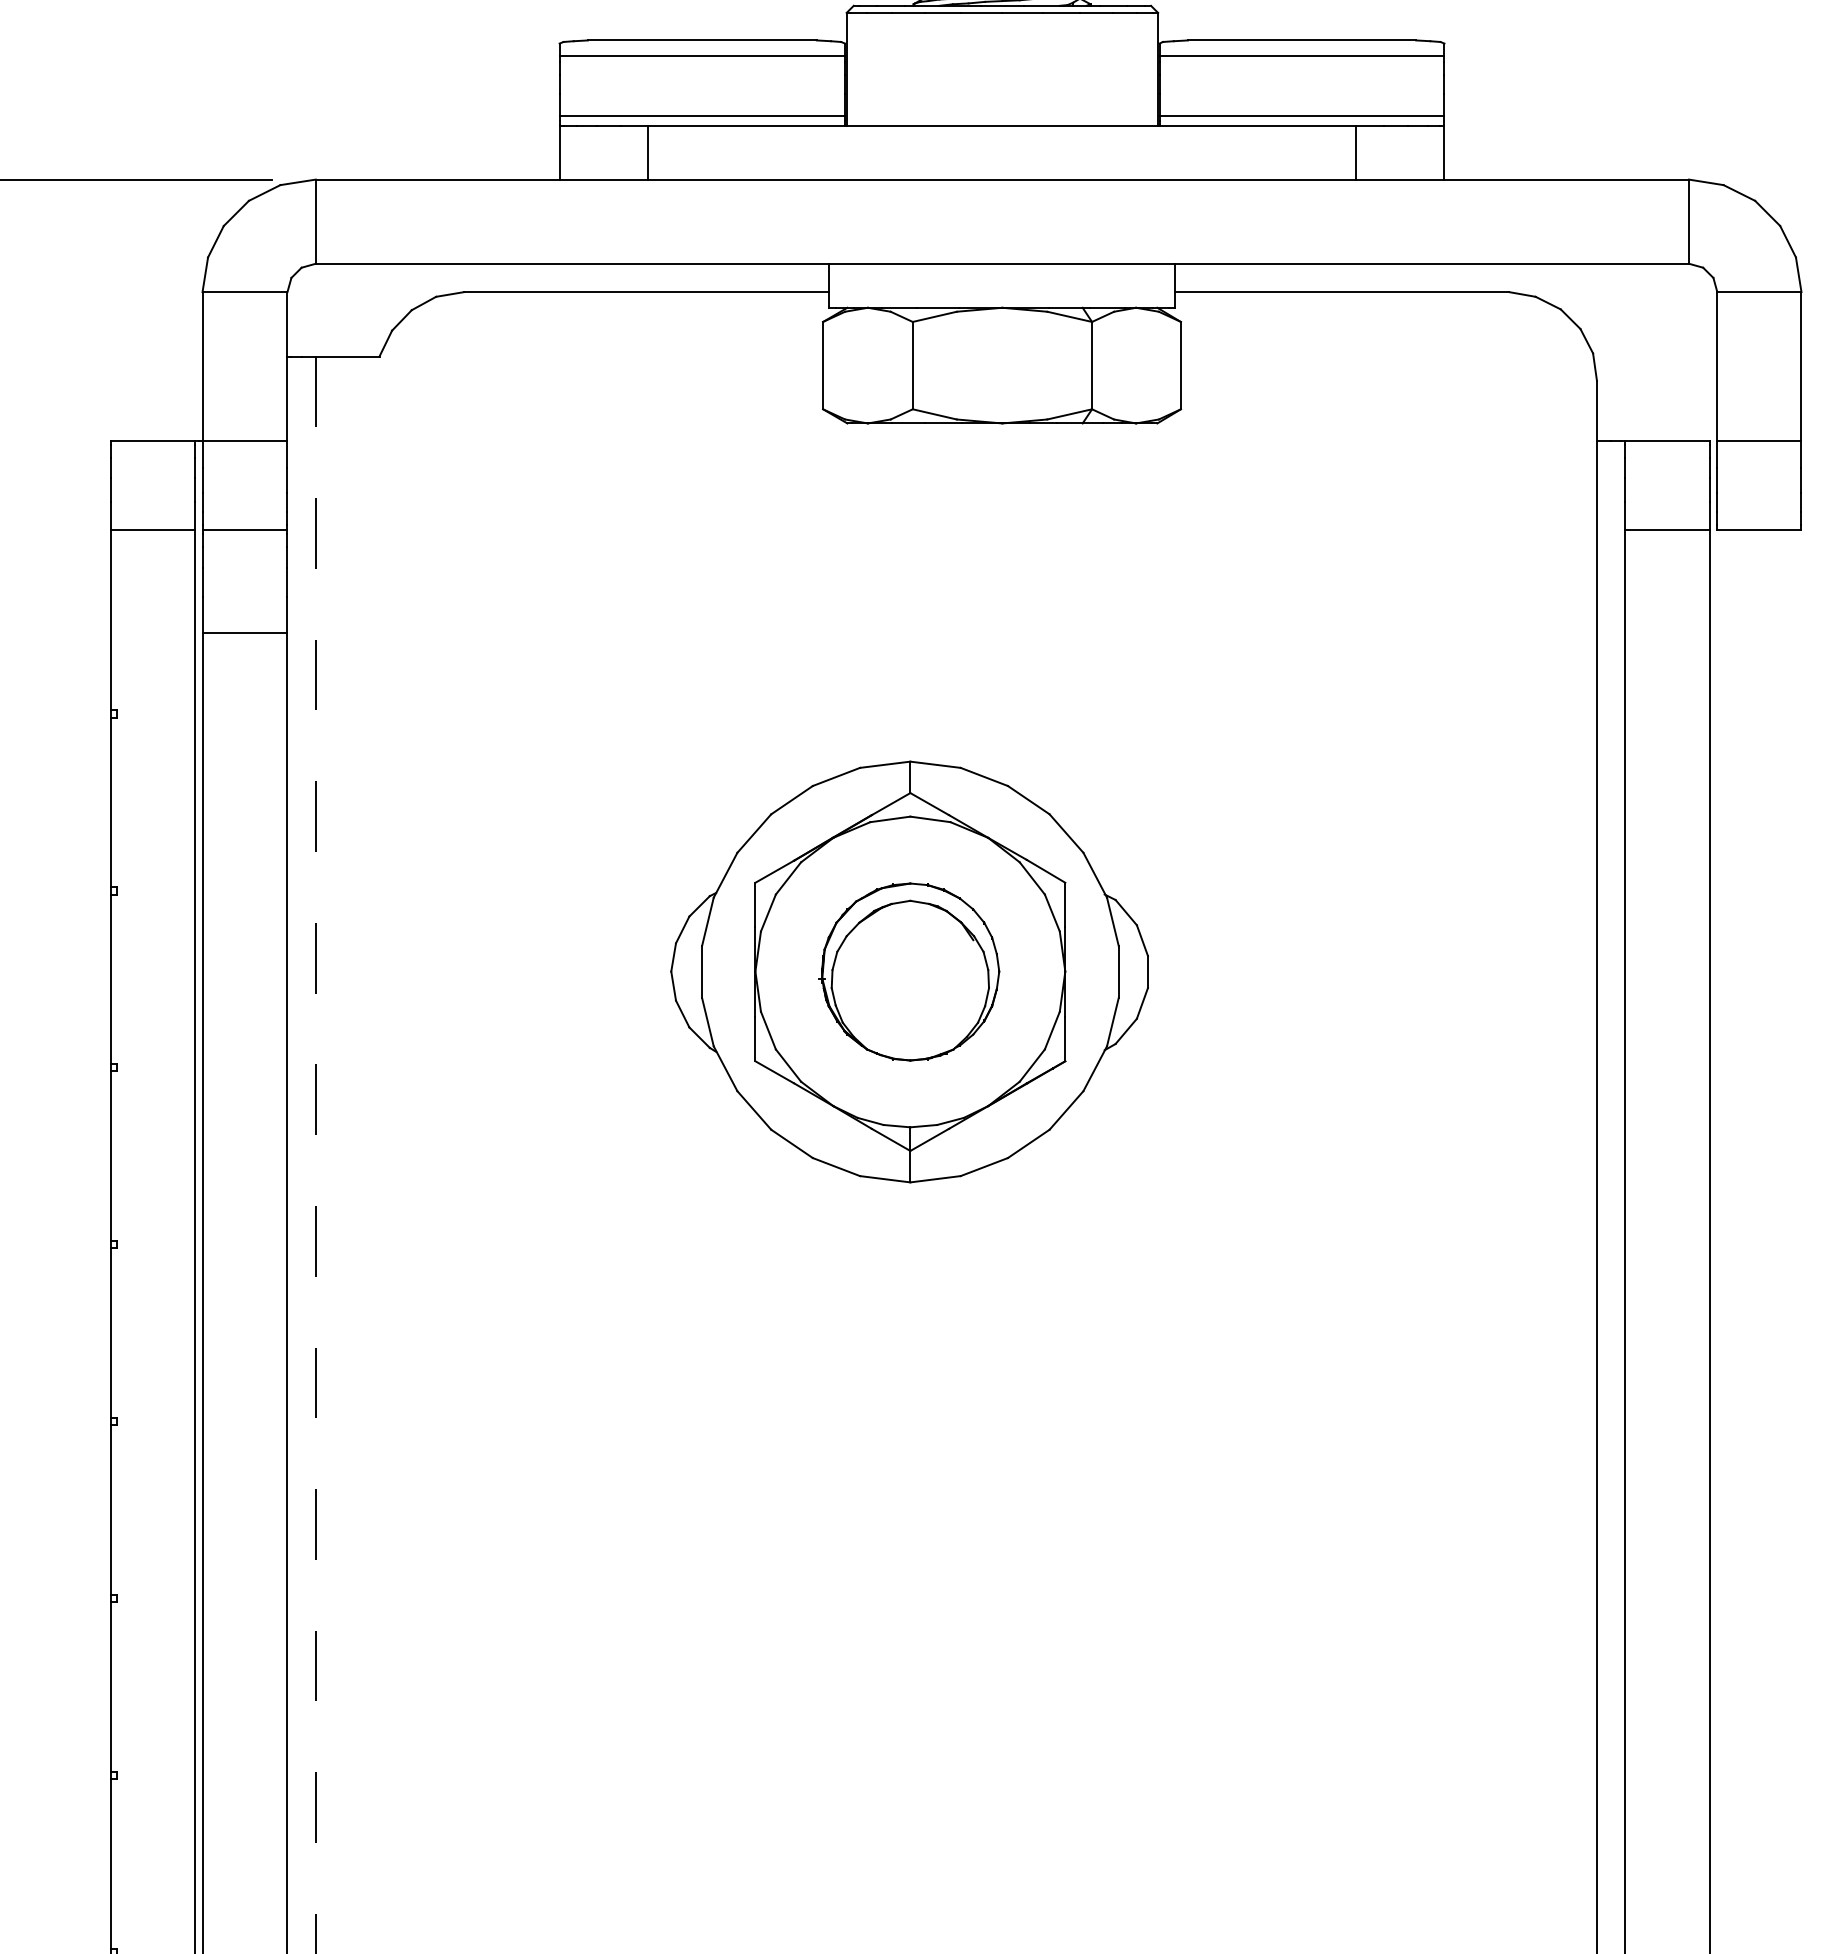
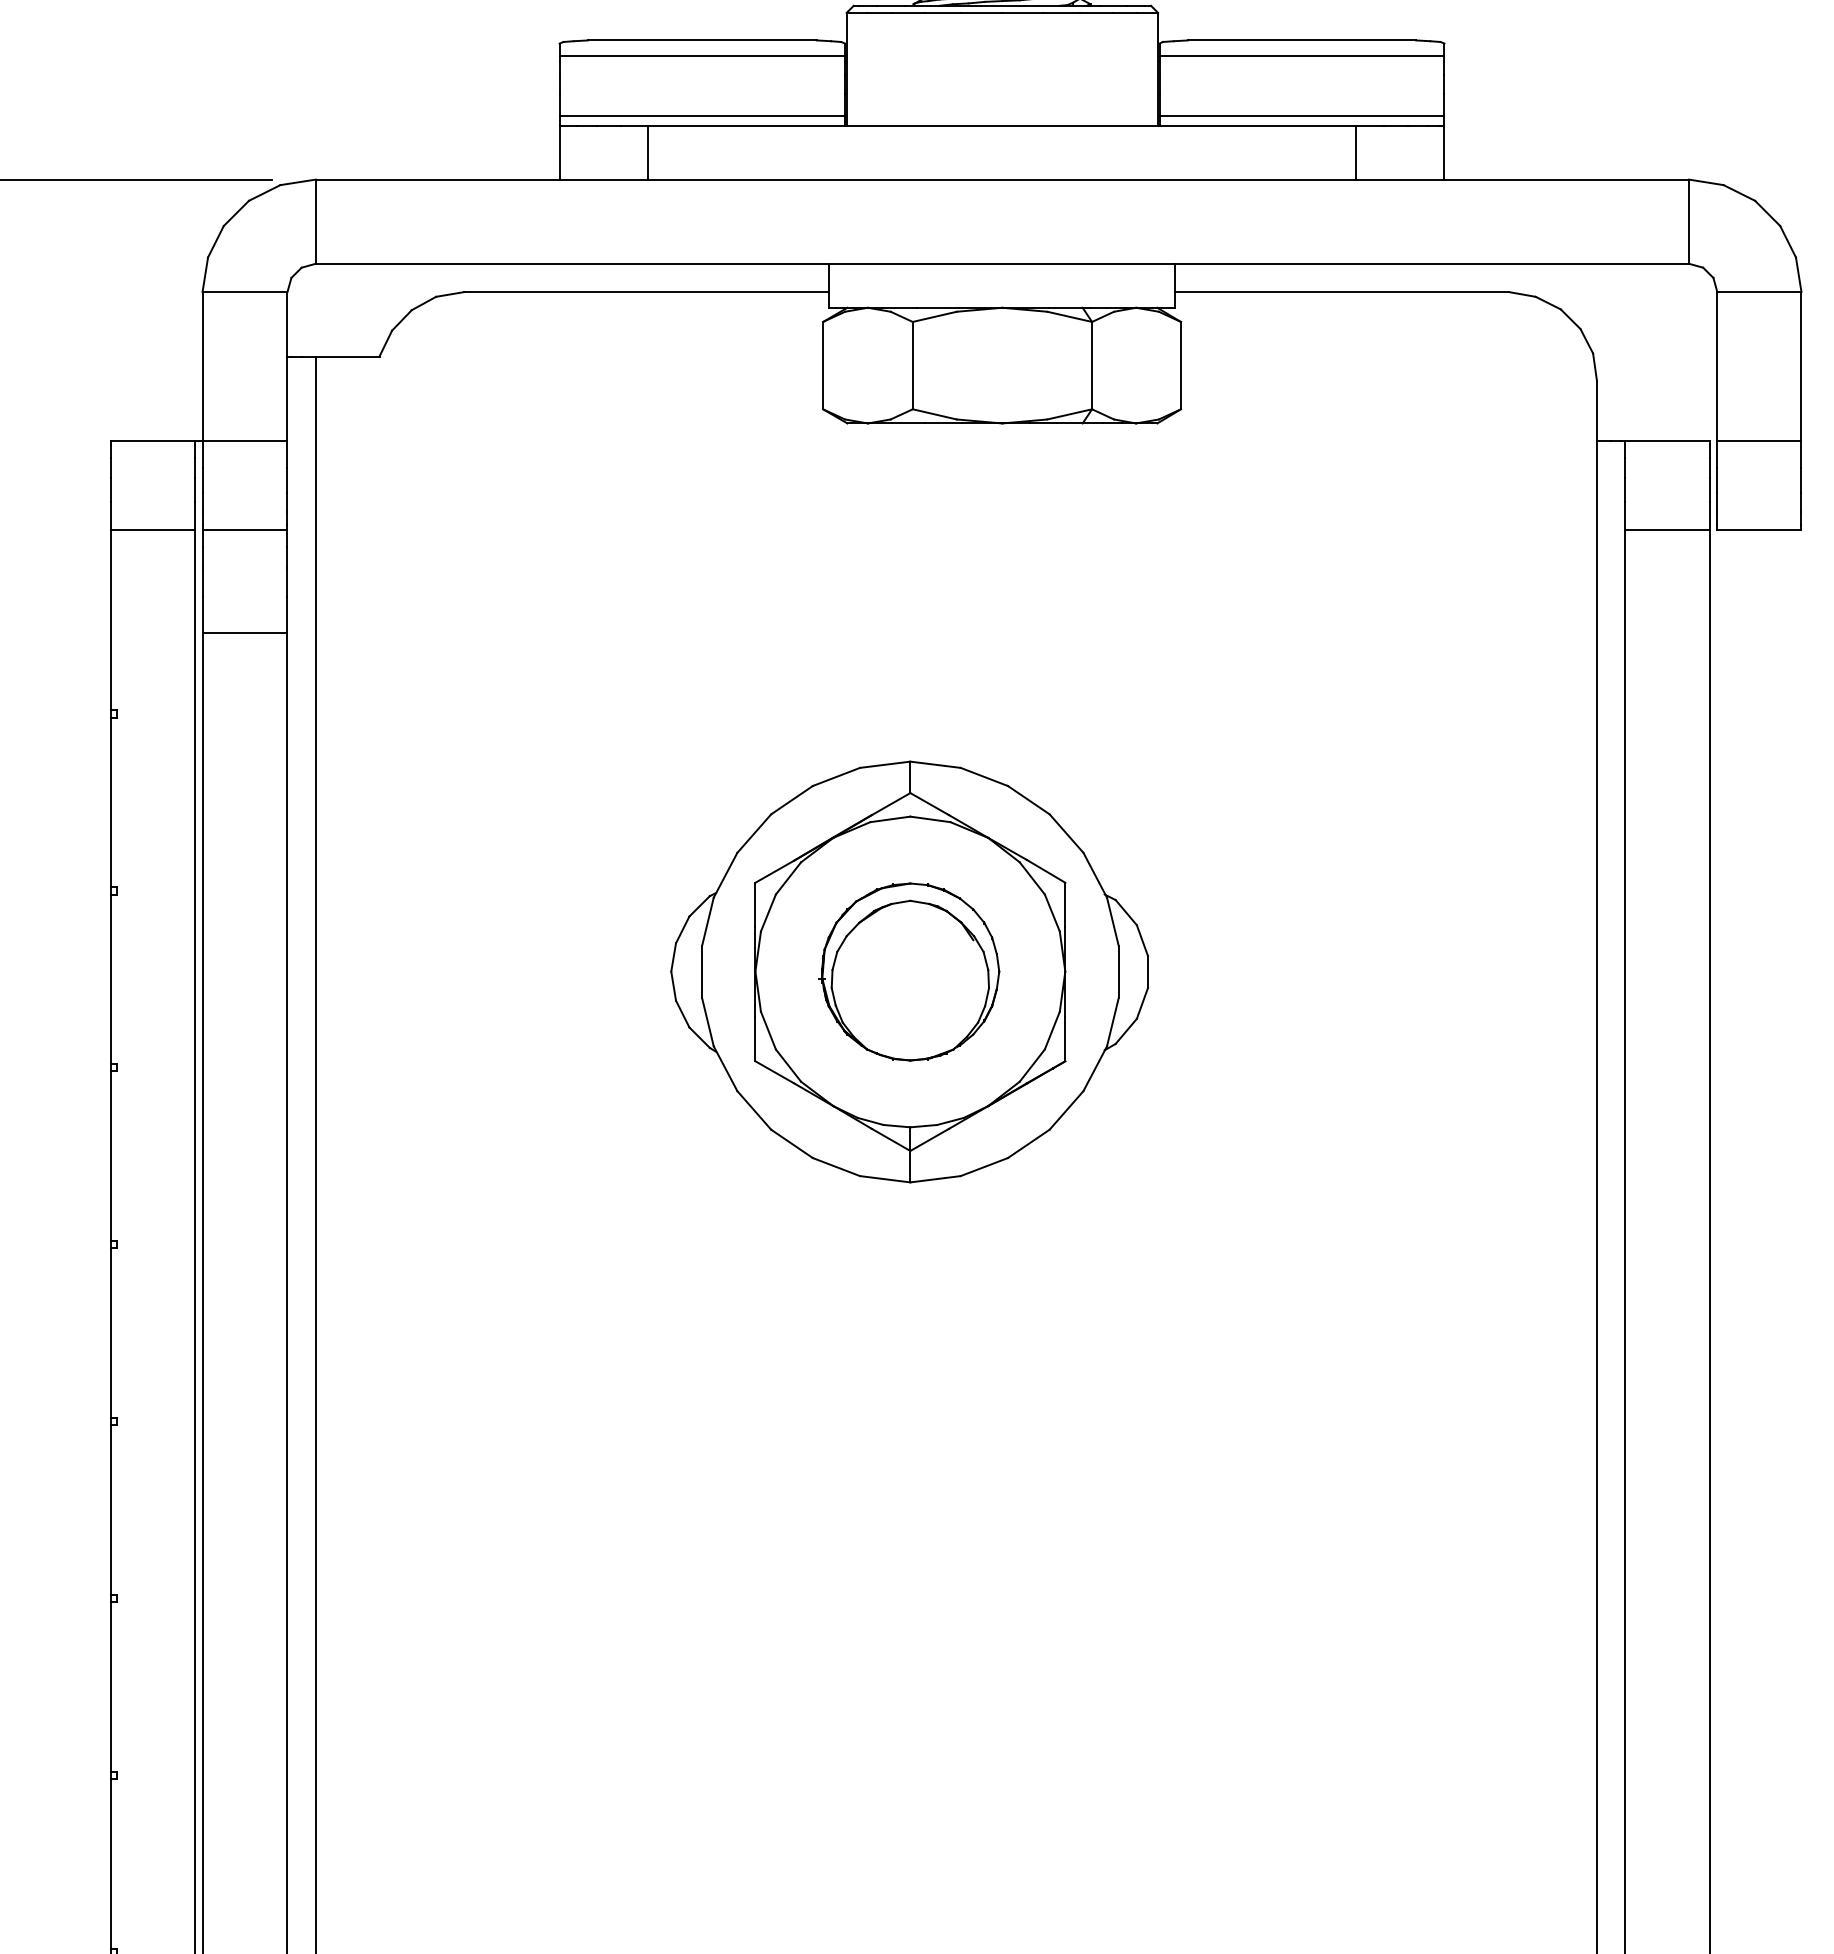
line at (315, 1155): dashed -> solid
